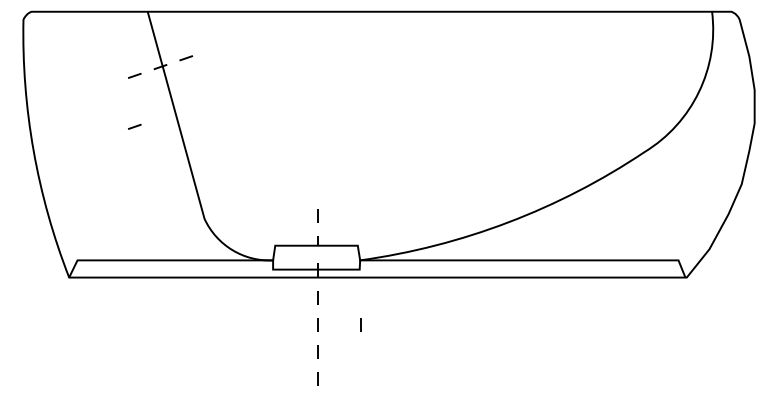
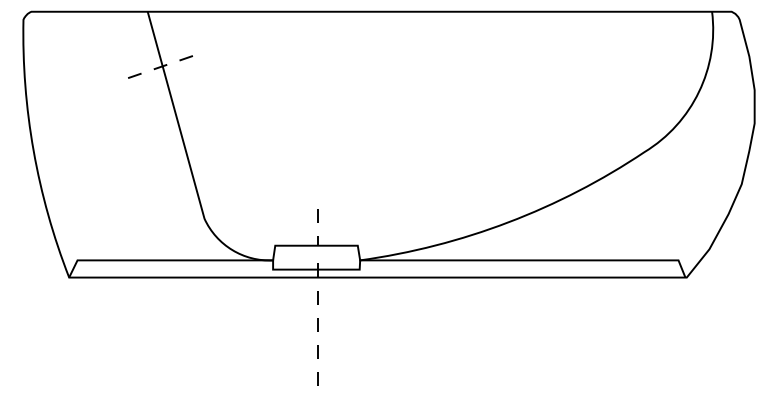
line at (134, 126): present -> none
line at (360, 324): present -> none
